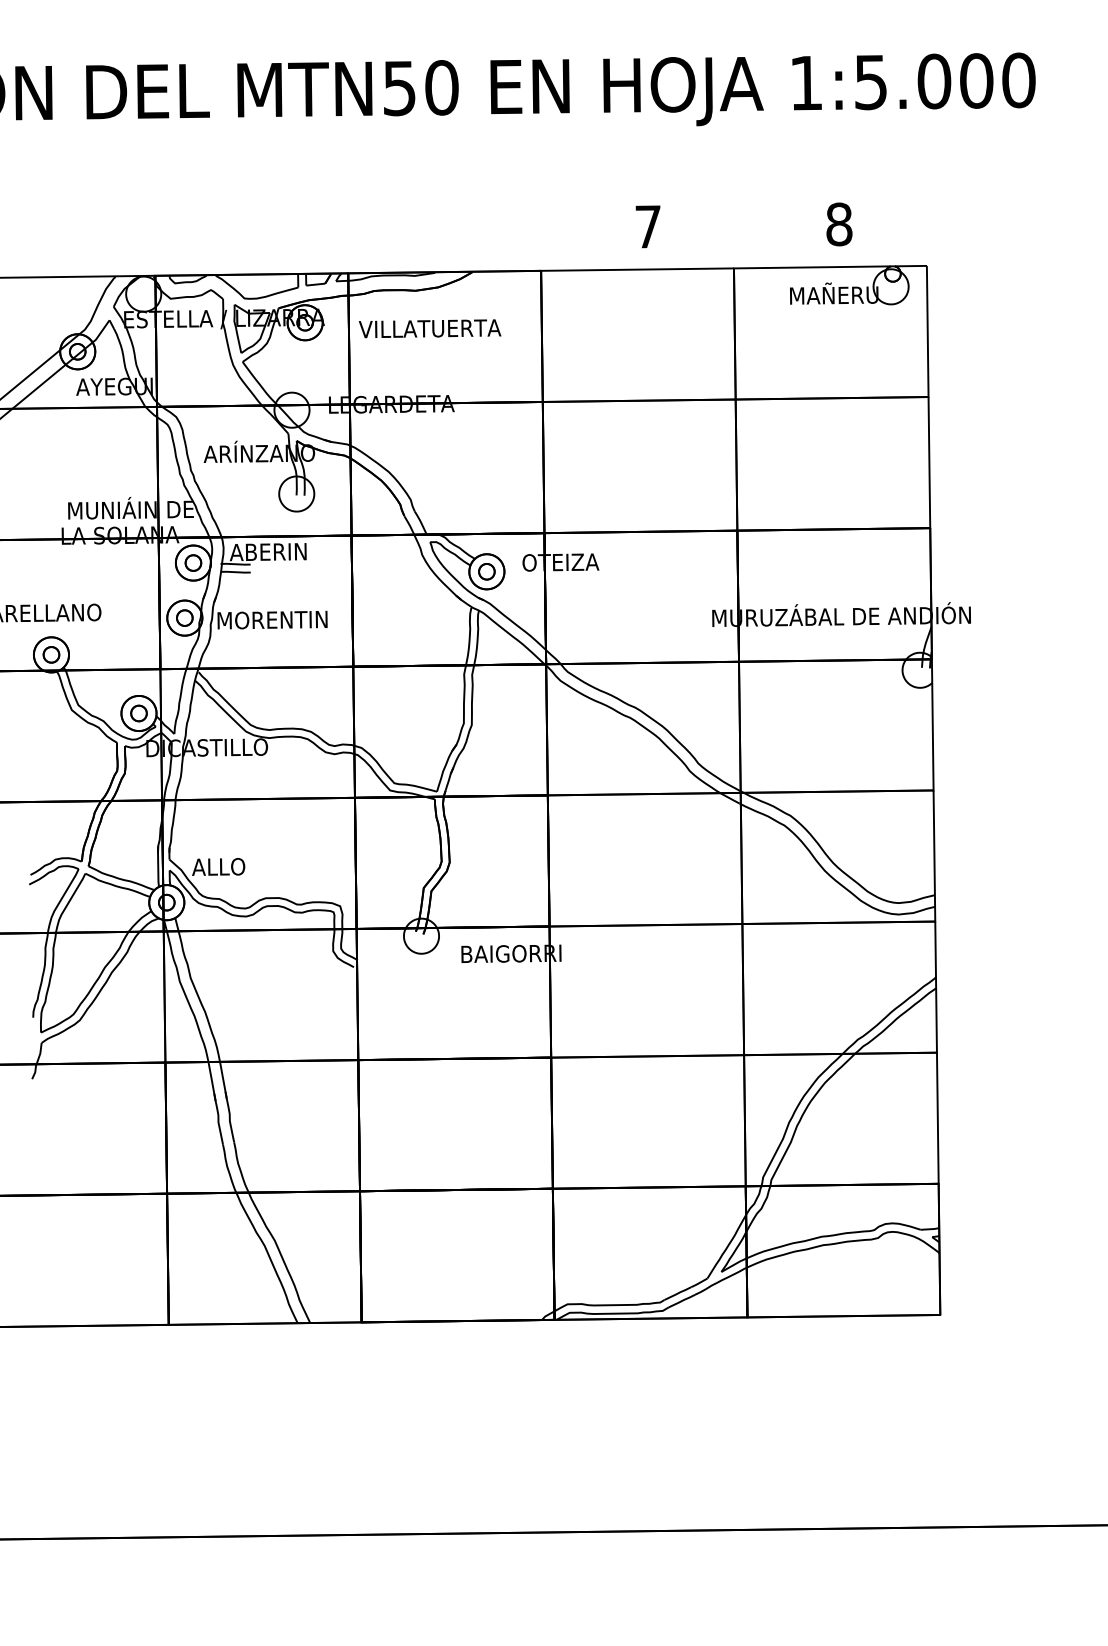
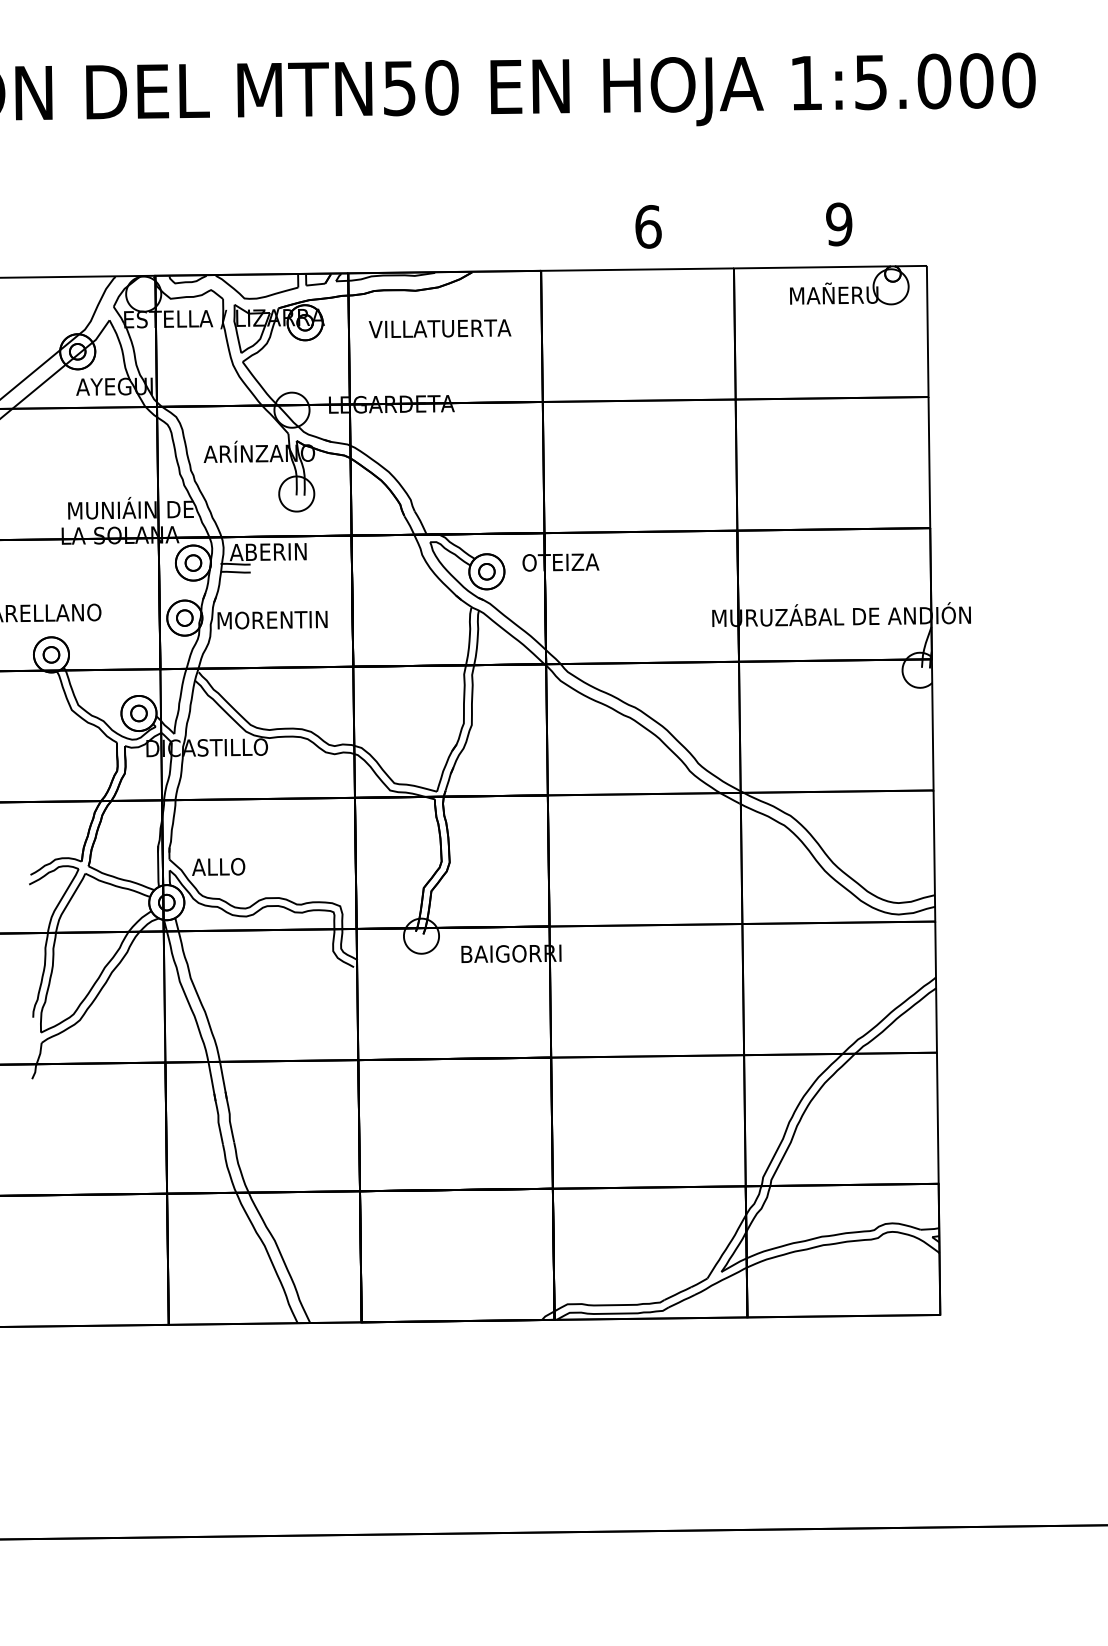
text at (839, 224): 8 -> 9
text at (648, 226): 7 -> 6
text at (429, 328) position: (429, 328) -> (439, 328)
